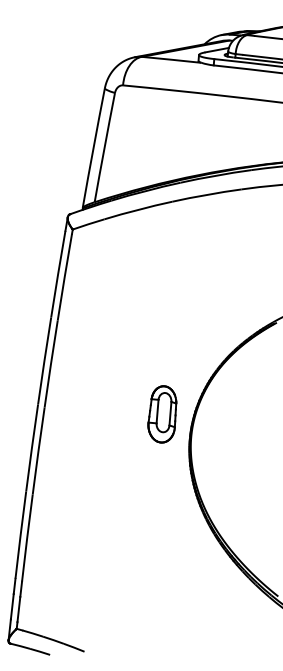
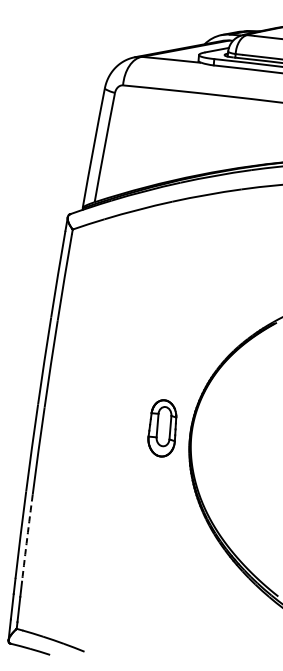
part at (162, 414) position: (162, 414) -> (162, 428)
arc at (27, 538): solid -> dashed
